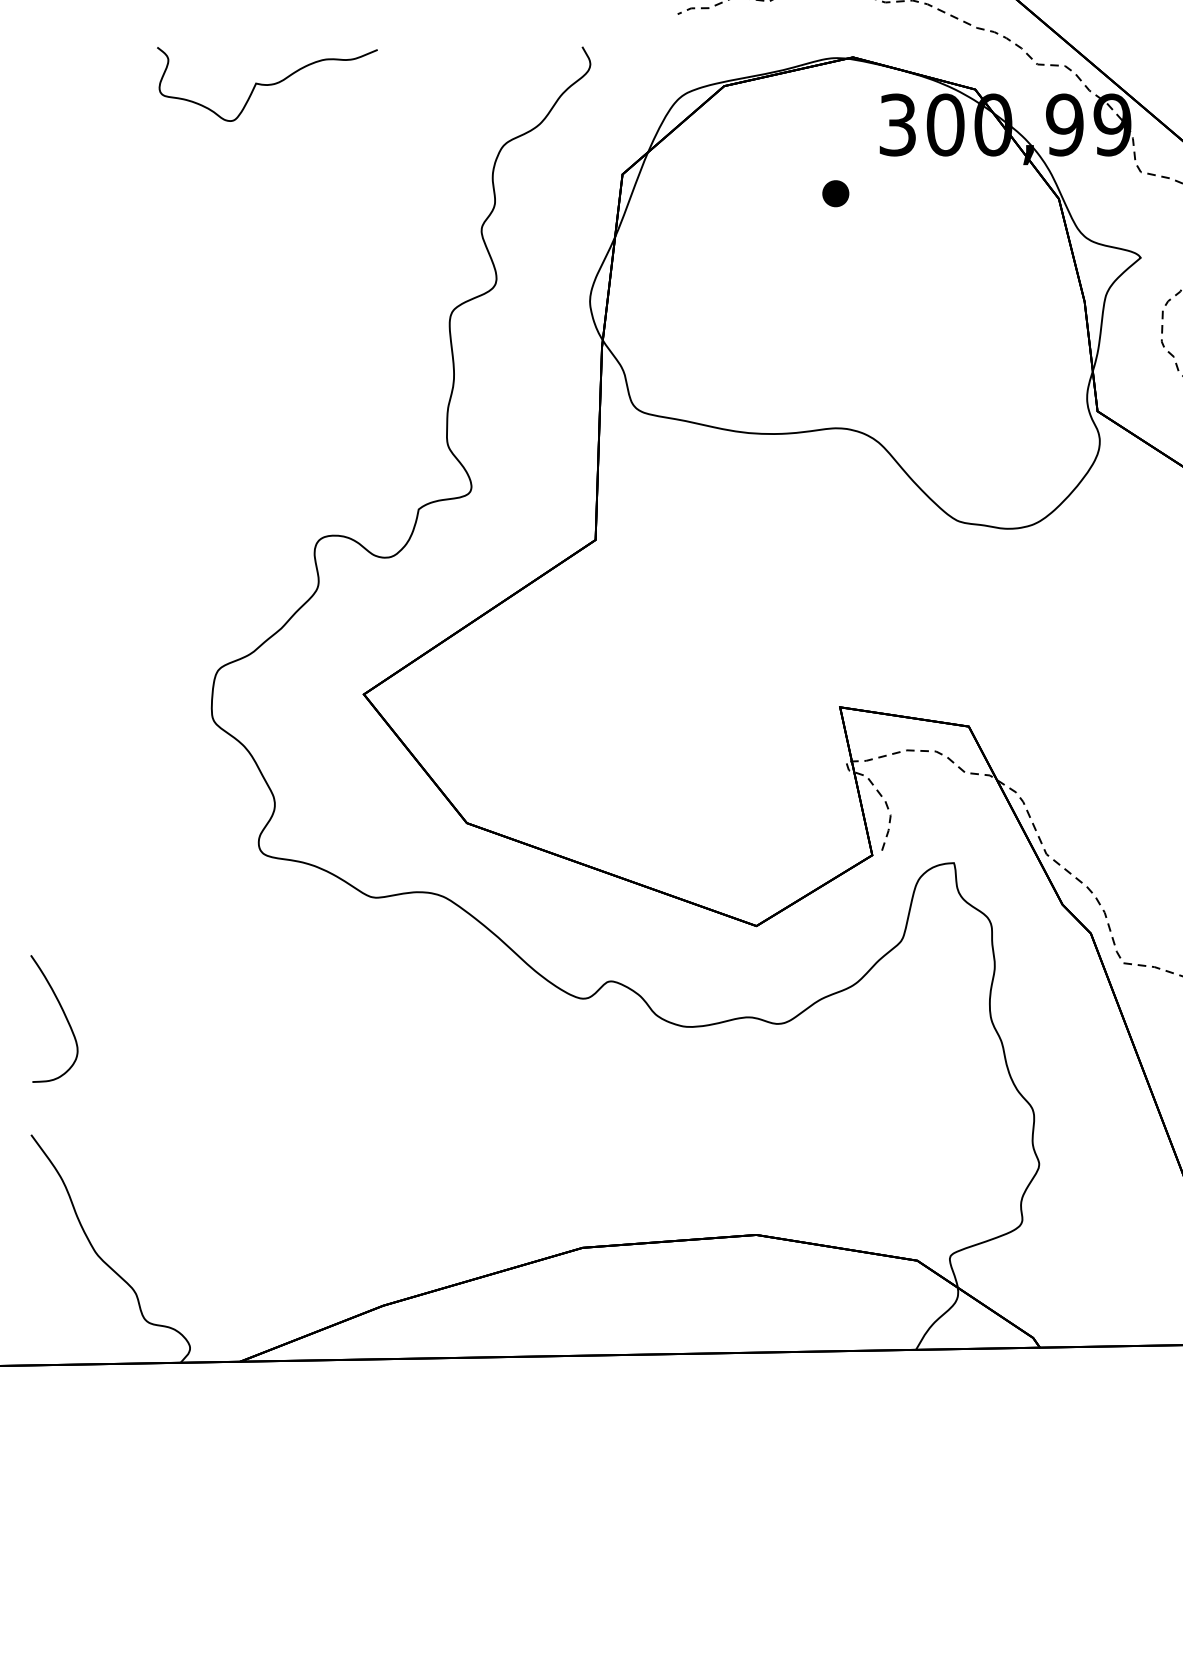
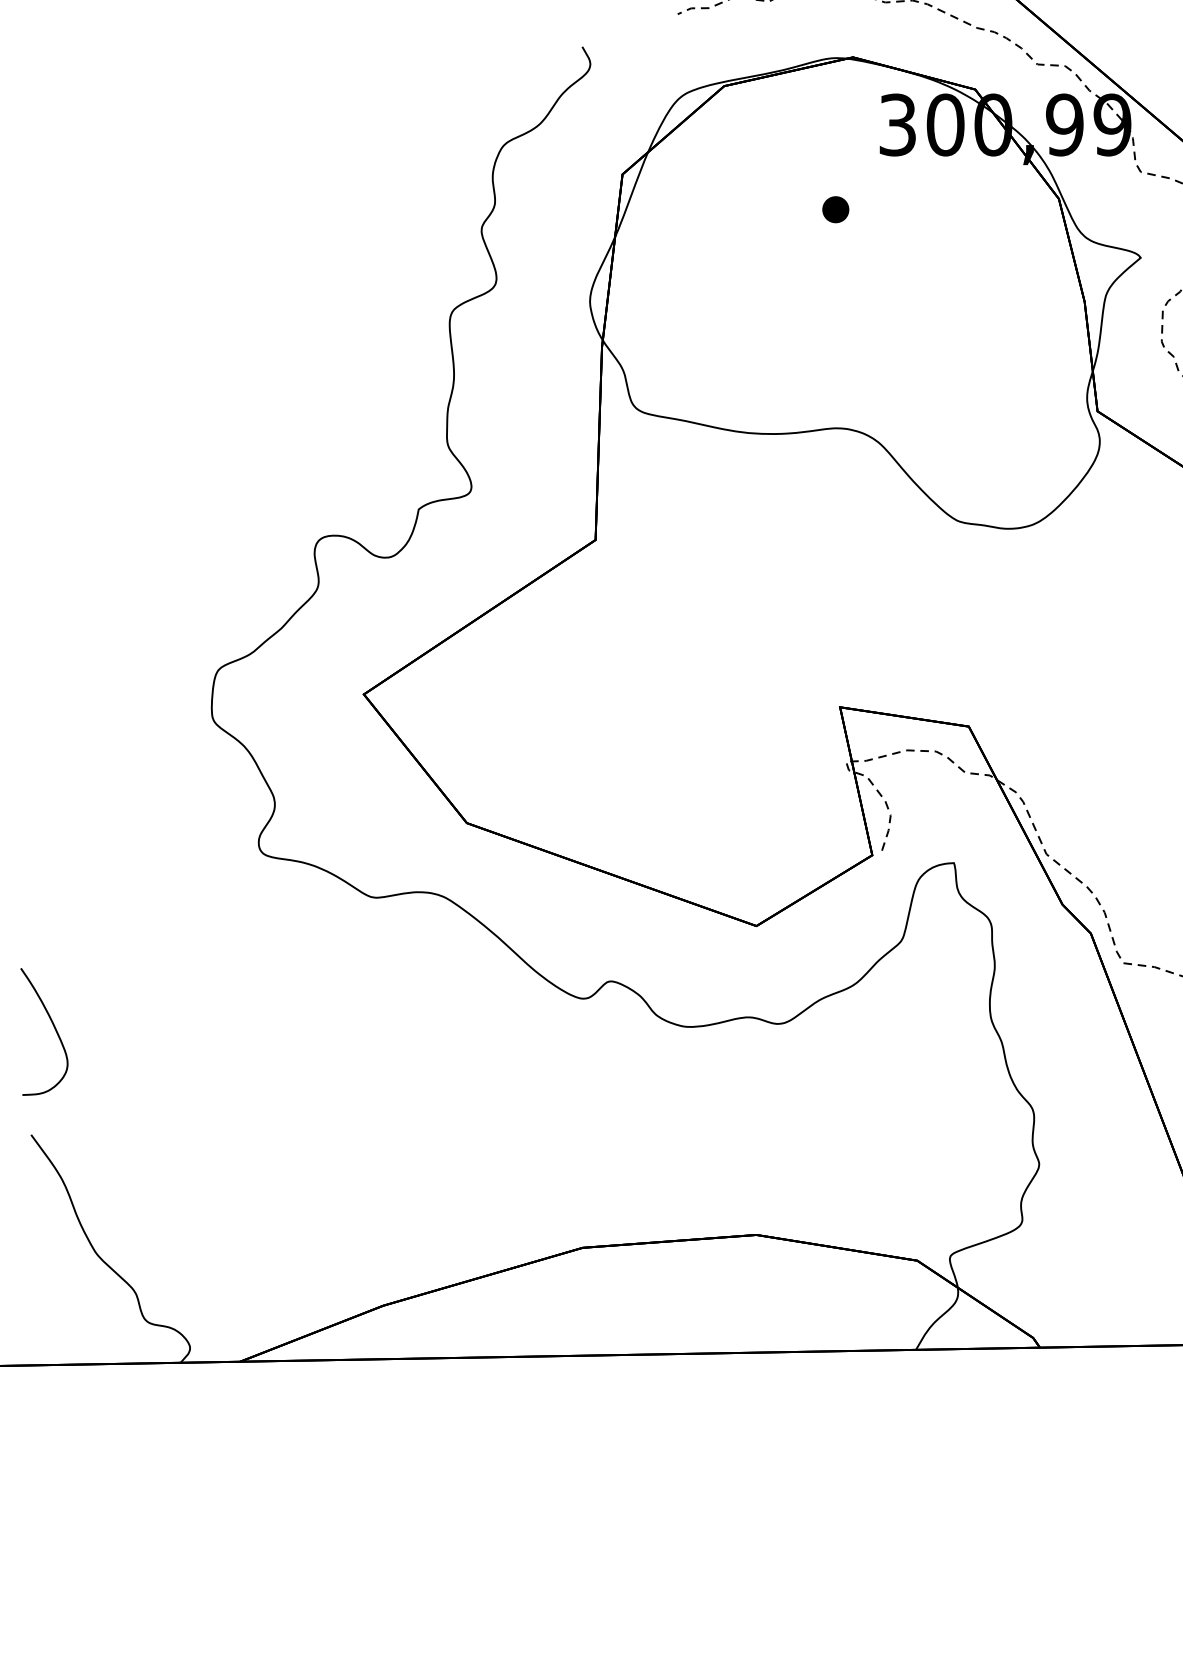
curve at (267, 84): present -> none
part at (835, 193) position: (835, 193) -> (835, 209)
curve at (63, 1014) position: (63, 1014) -> (53, 1027)
